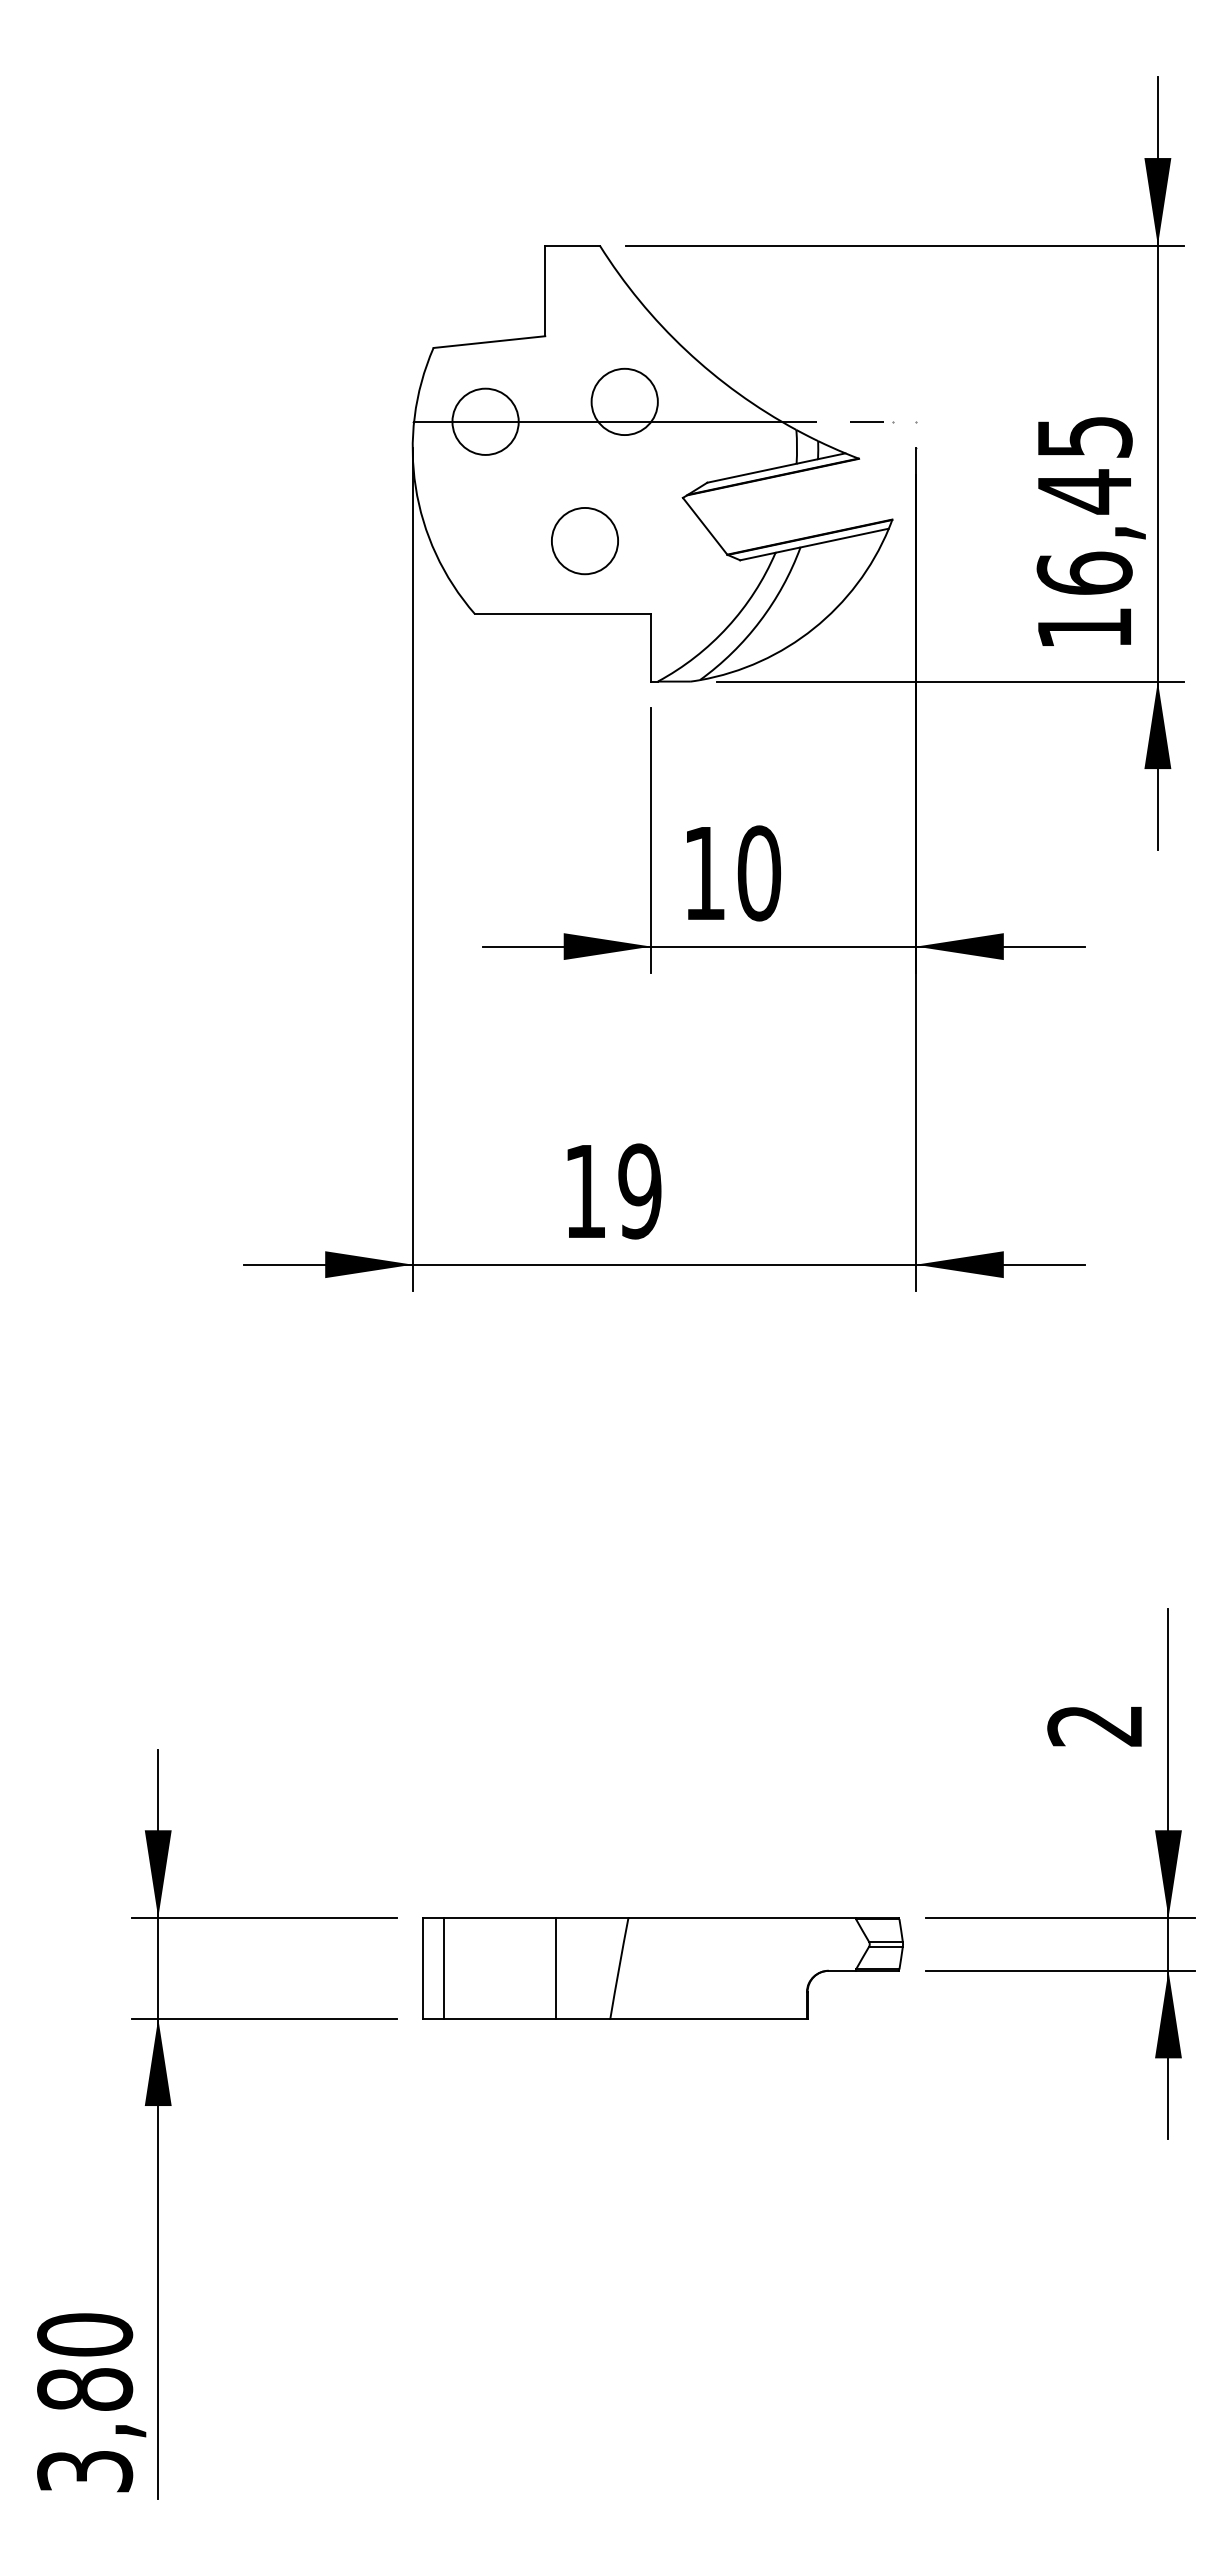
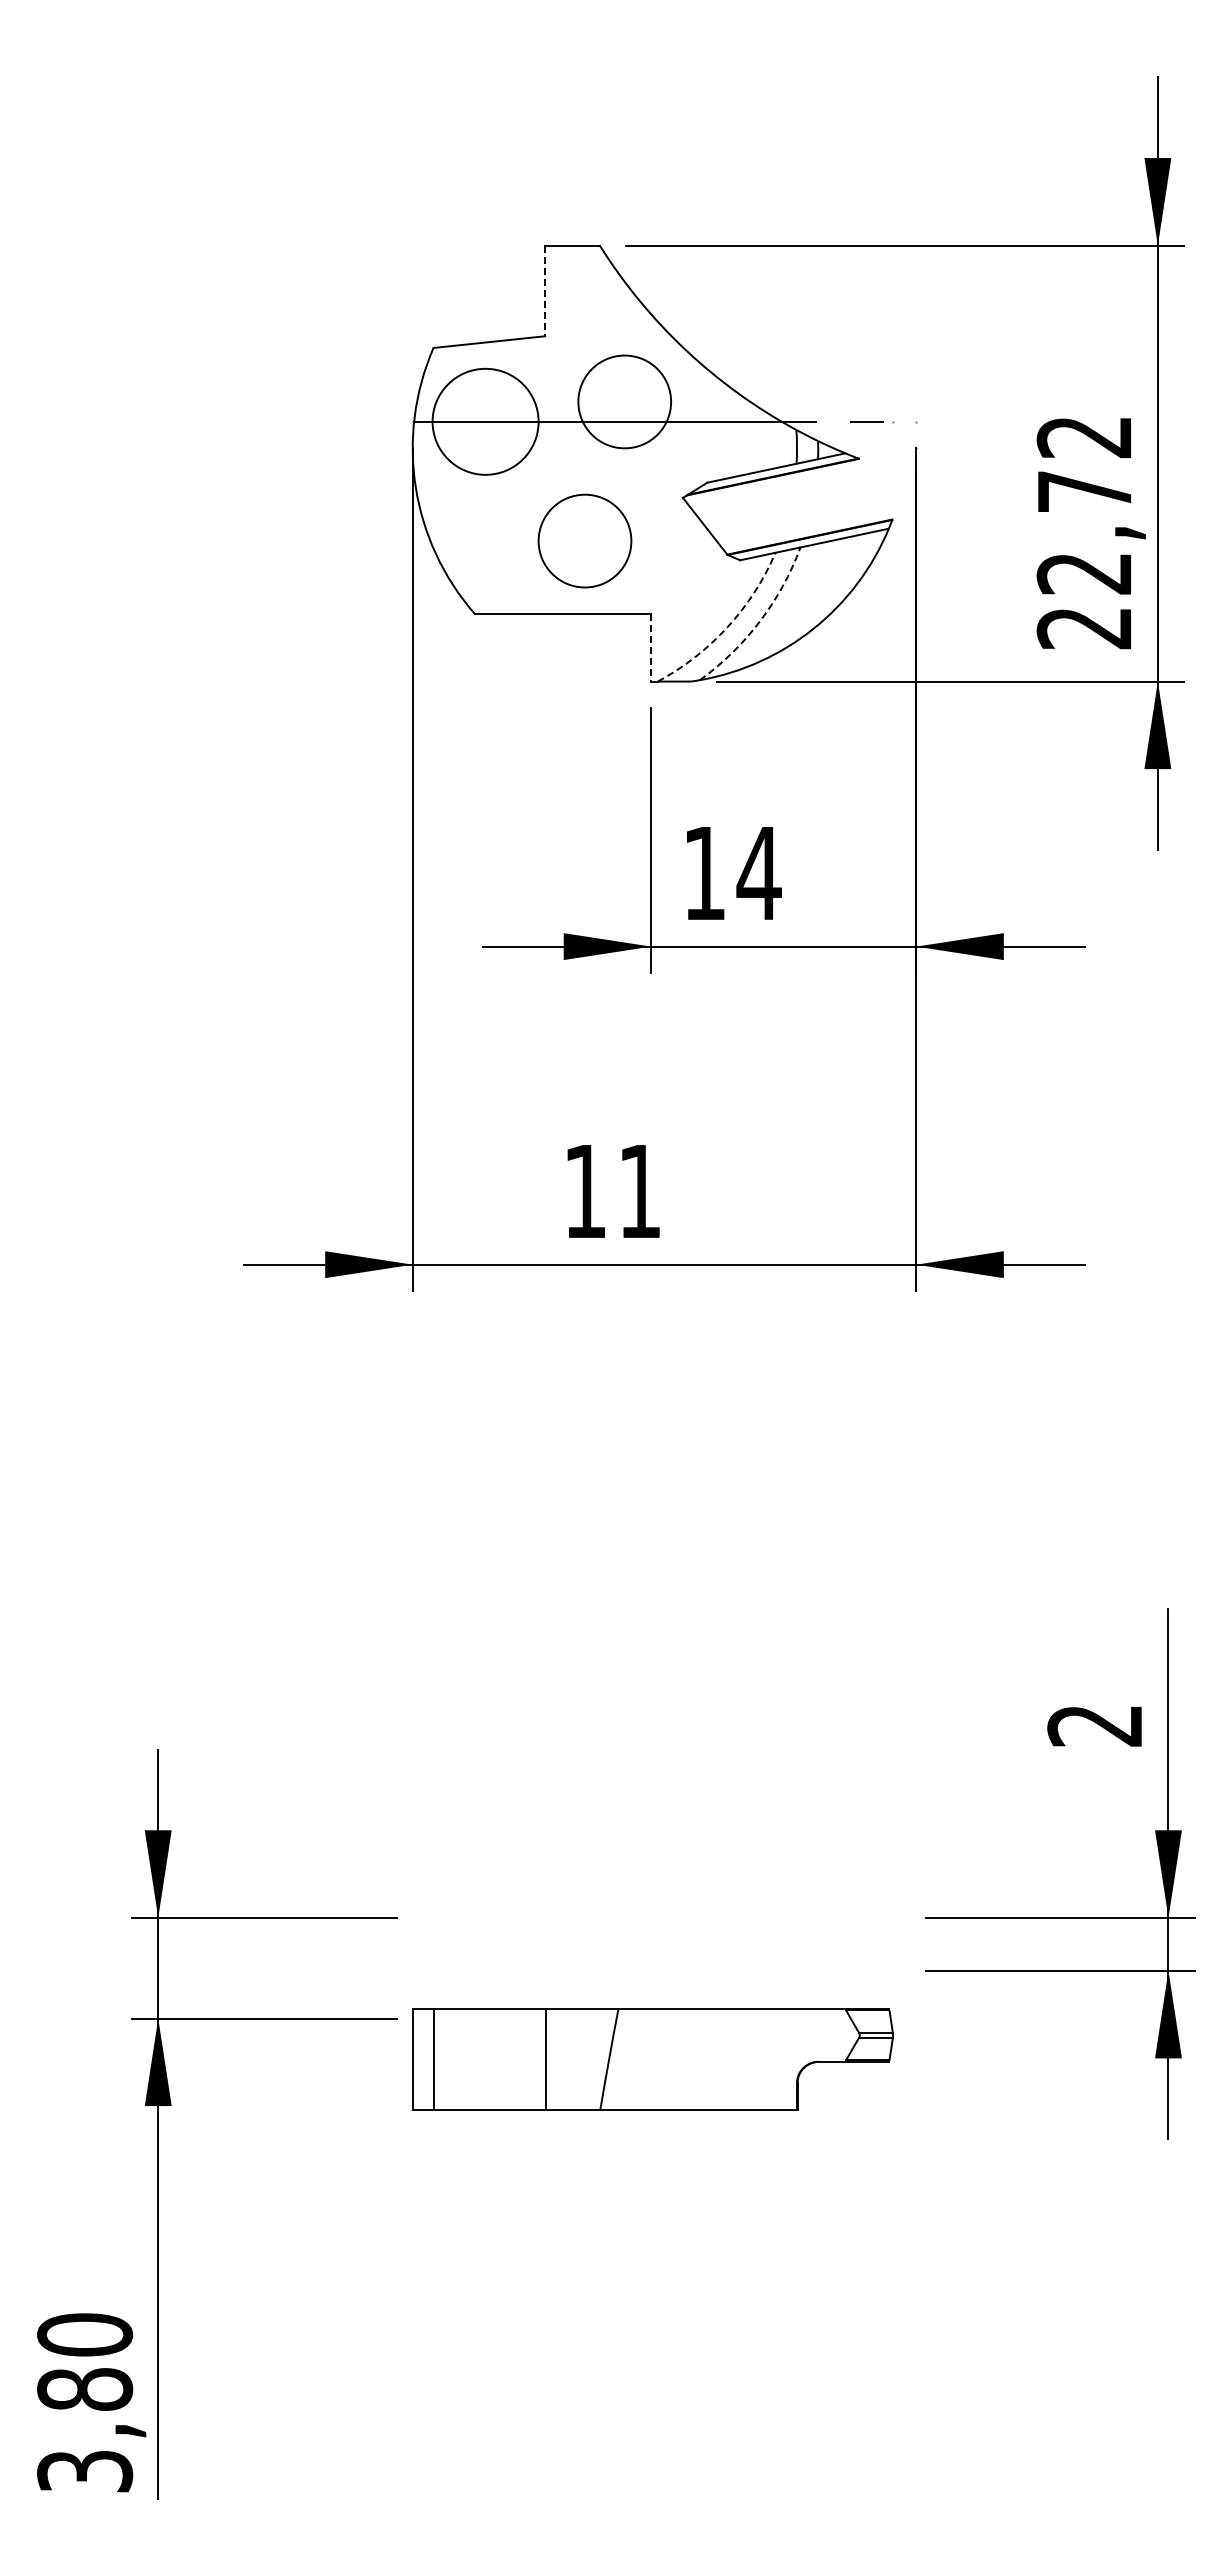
line at (545, 291): solid -> dashed
circle at (624, 401) diameter: 66 px -> 93 px
circle at (485, 421) diameter: 66 px -> 106 px
text at (1084, 533): 16,45 -> 22,72
circle at (584, 540) diameter: 66 px -> 93 px
arc at (760, 621): solid -> dashed
arc at (727, 627): solid -> dashed
line at (651, 647): solid -> dashed
text at (758, 873): 10 -> 14
text at (639, 1191): 19 -> 11
part at (662, 1968) position: (662, 1968) -> (652, 2059)
